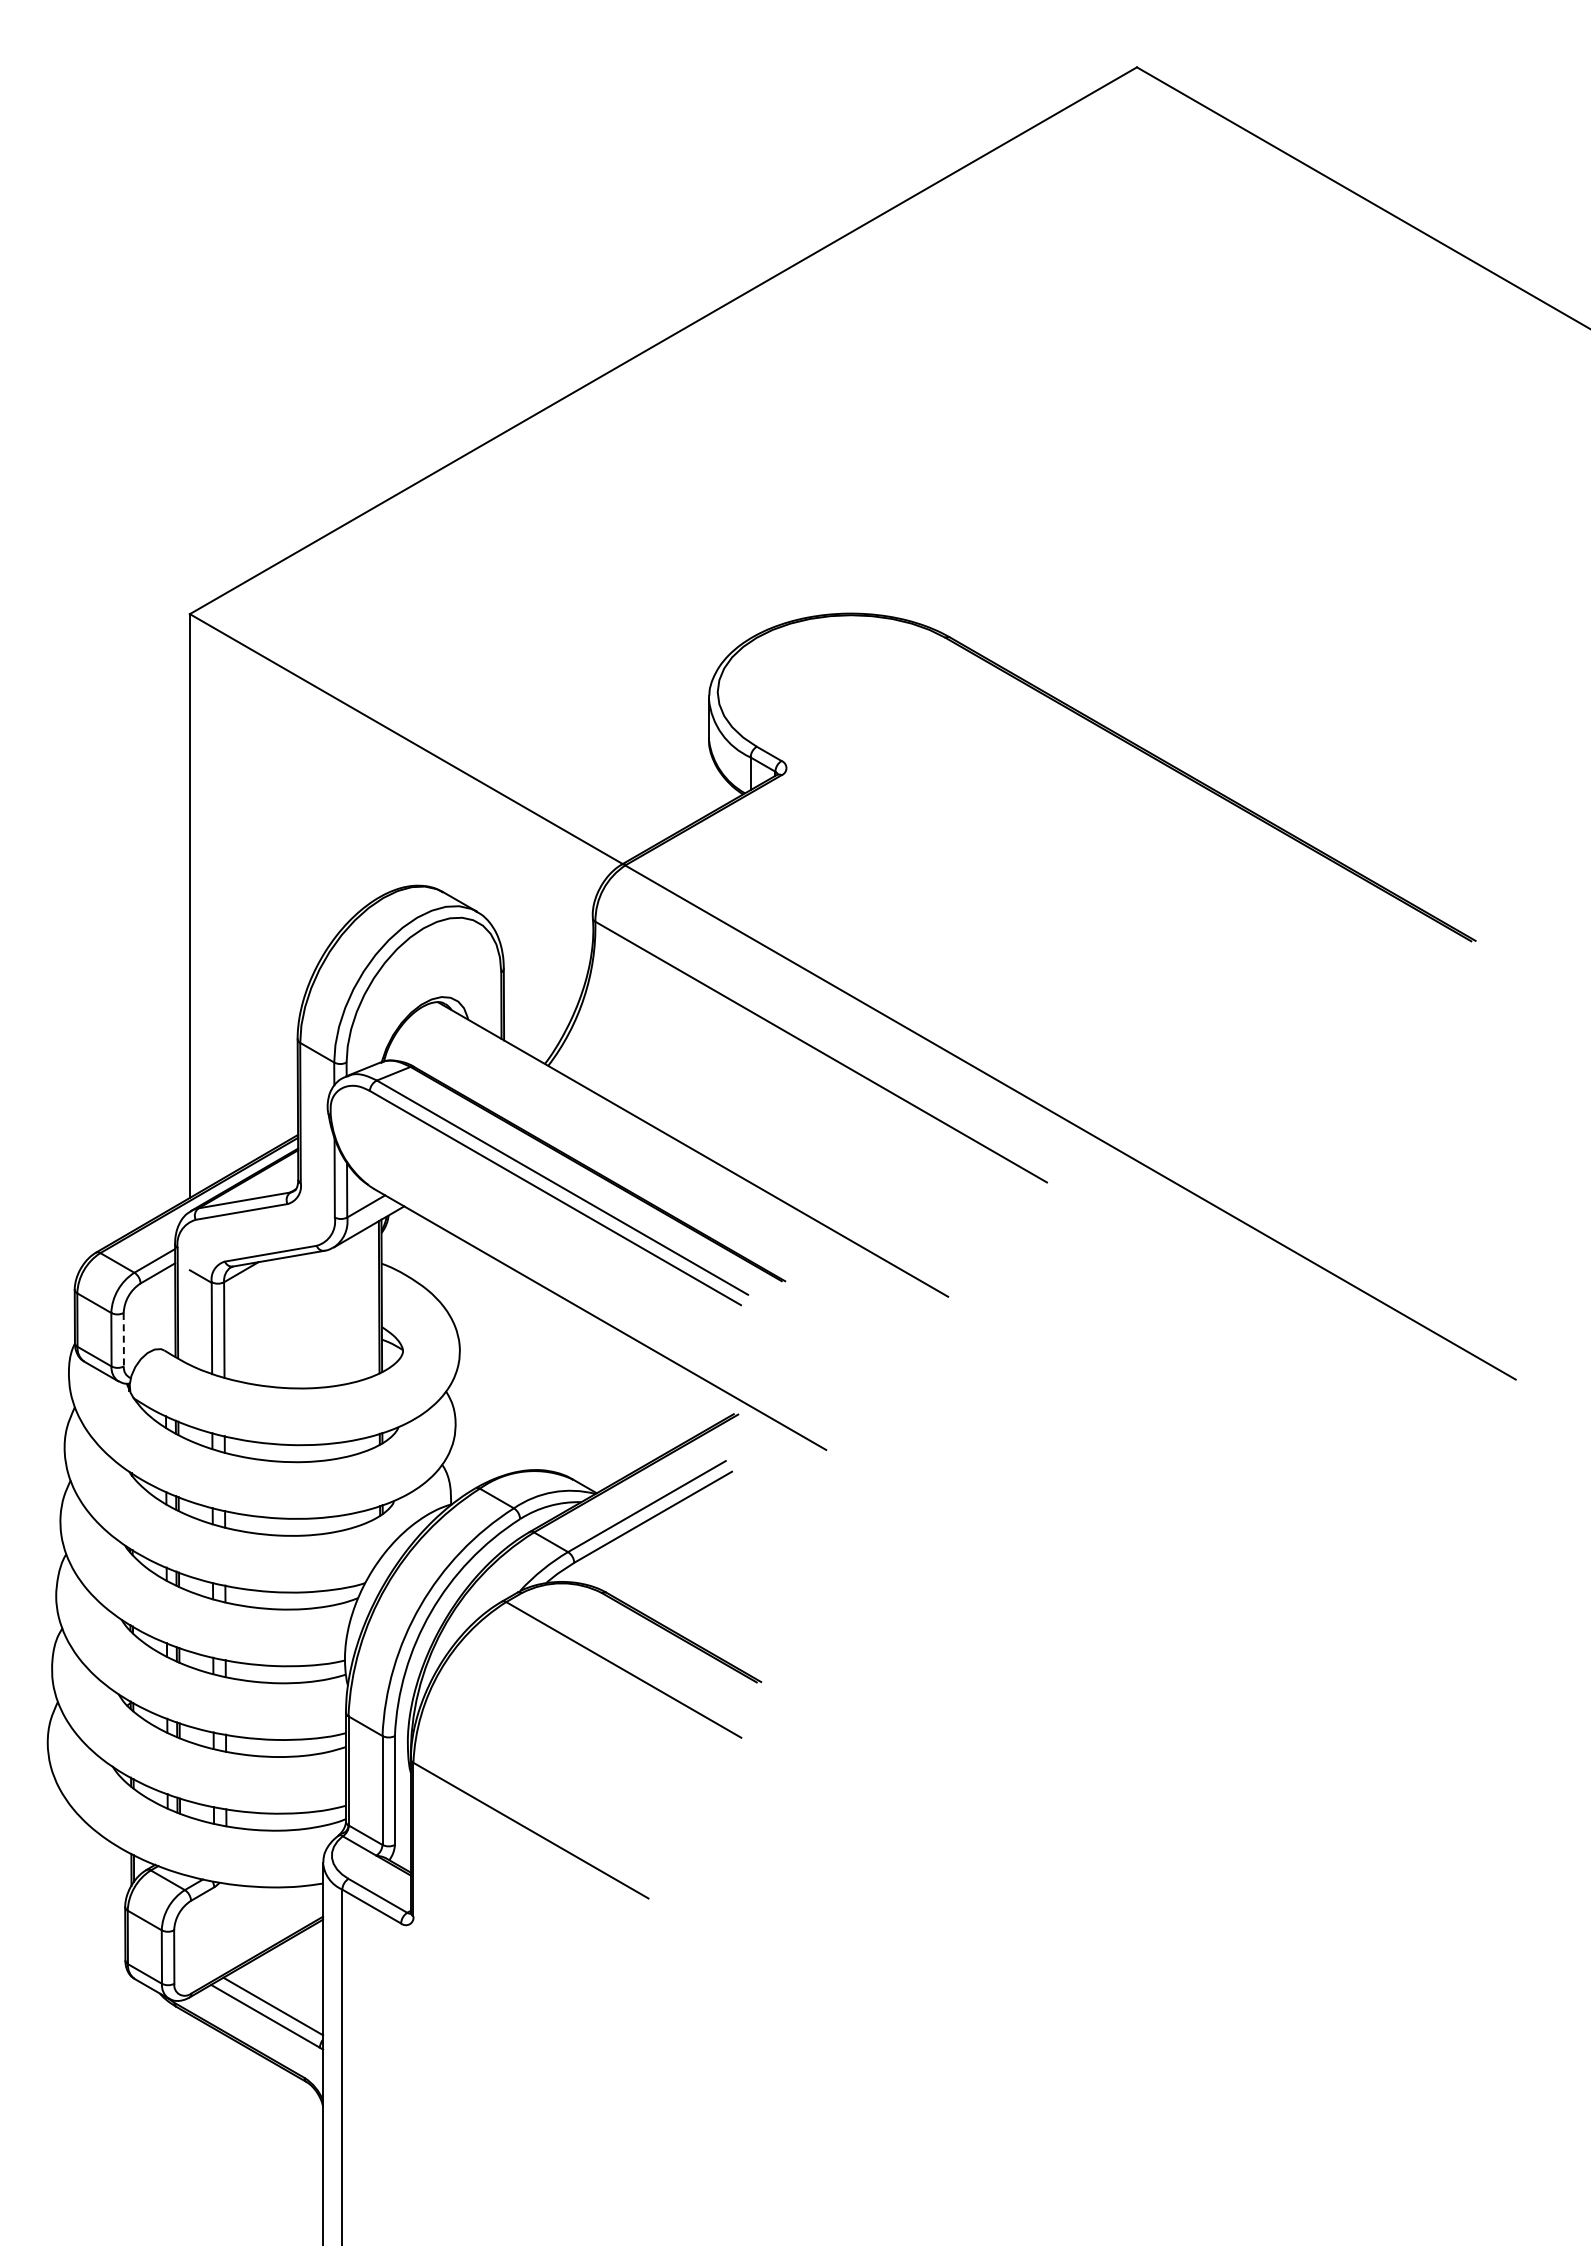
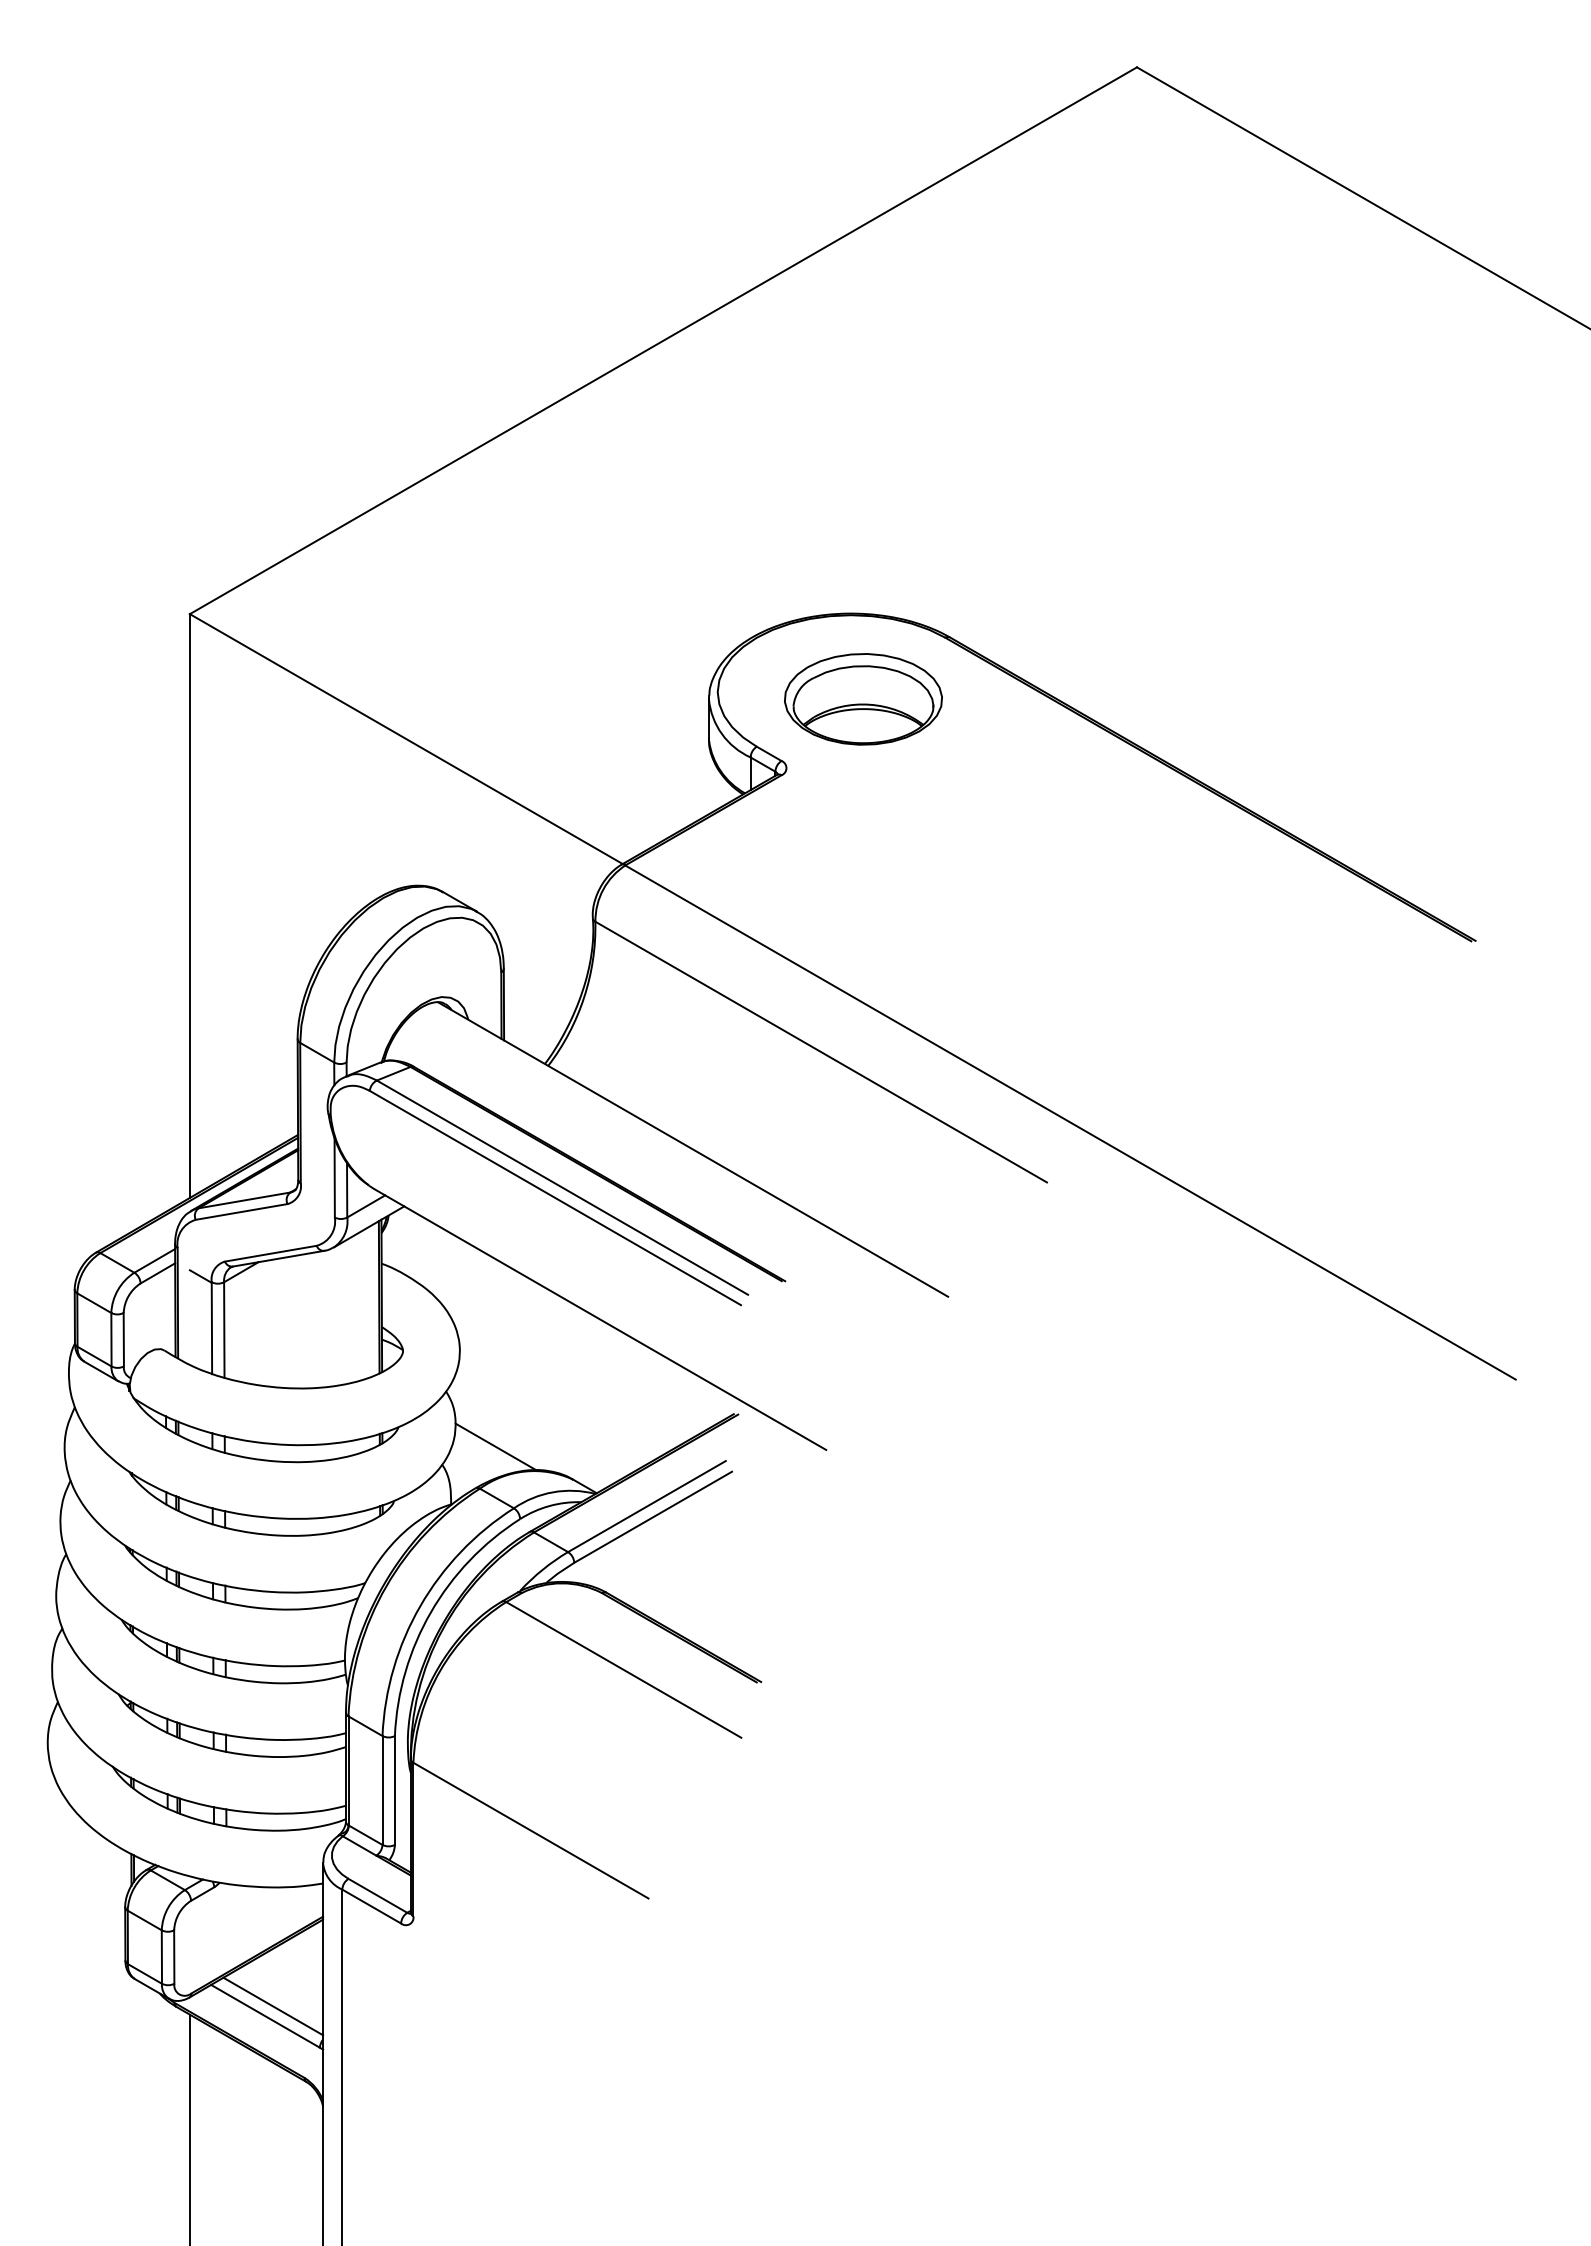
part at (863, 699): none -> present
line at (123, 1339): dashed -> solid
line at (495, 1446): none -> present
line at (189, 2128): none -> present
